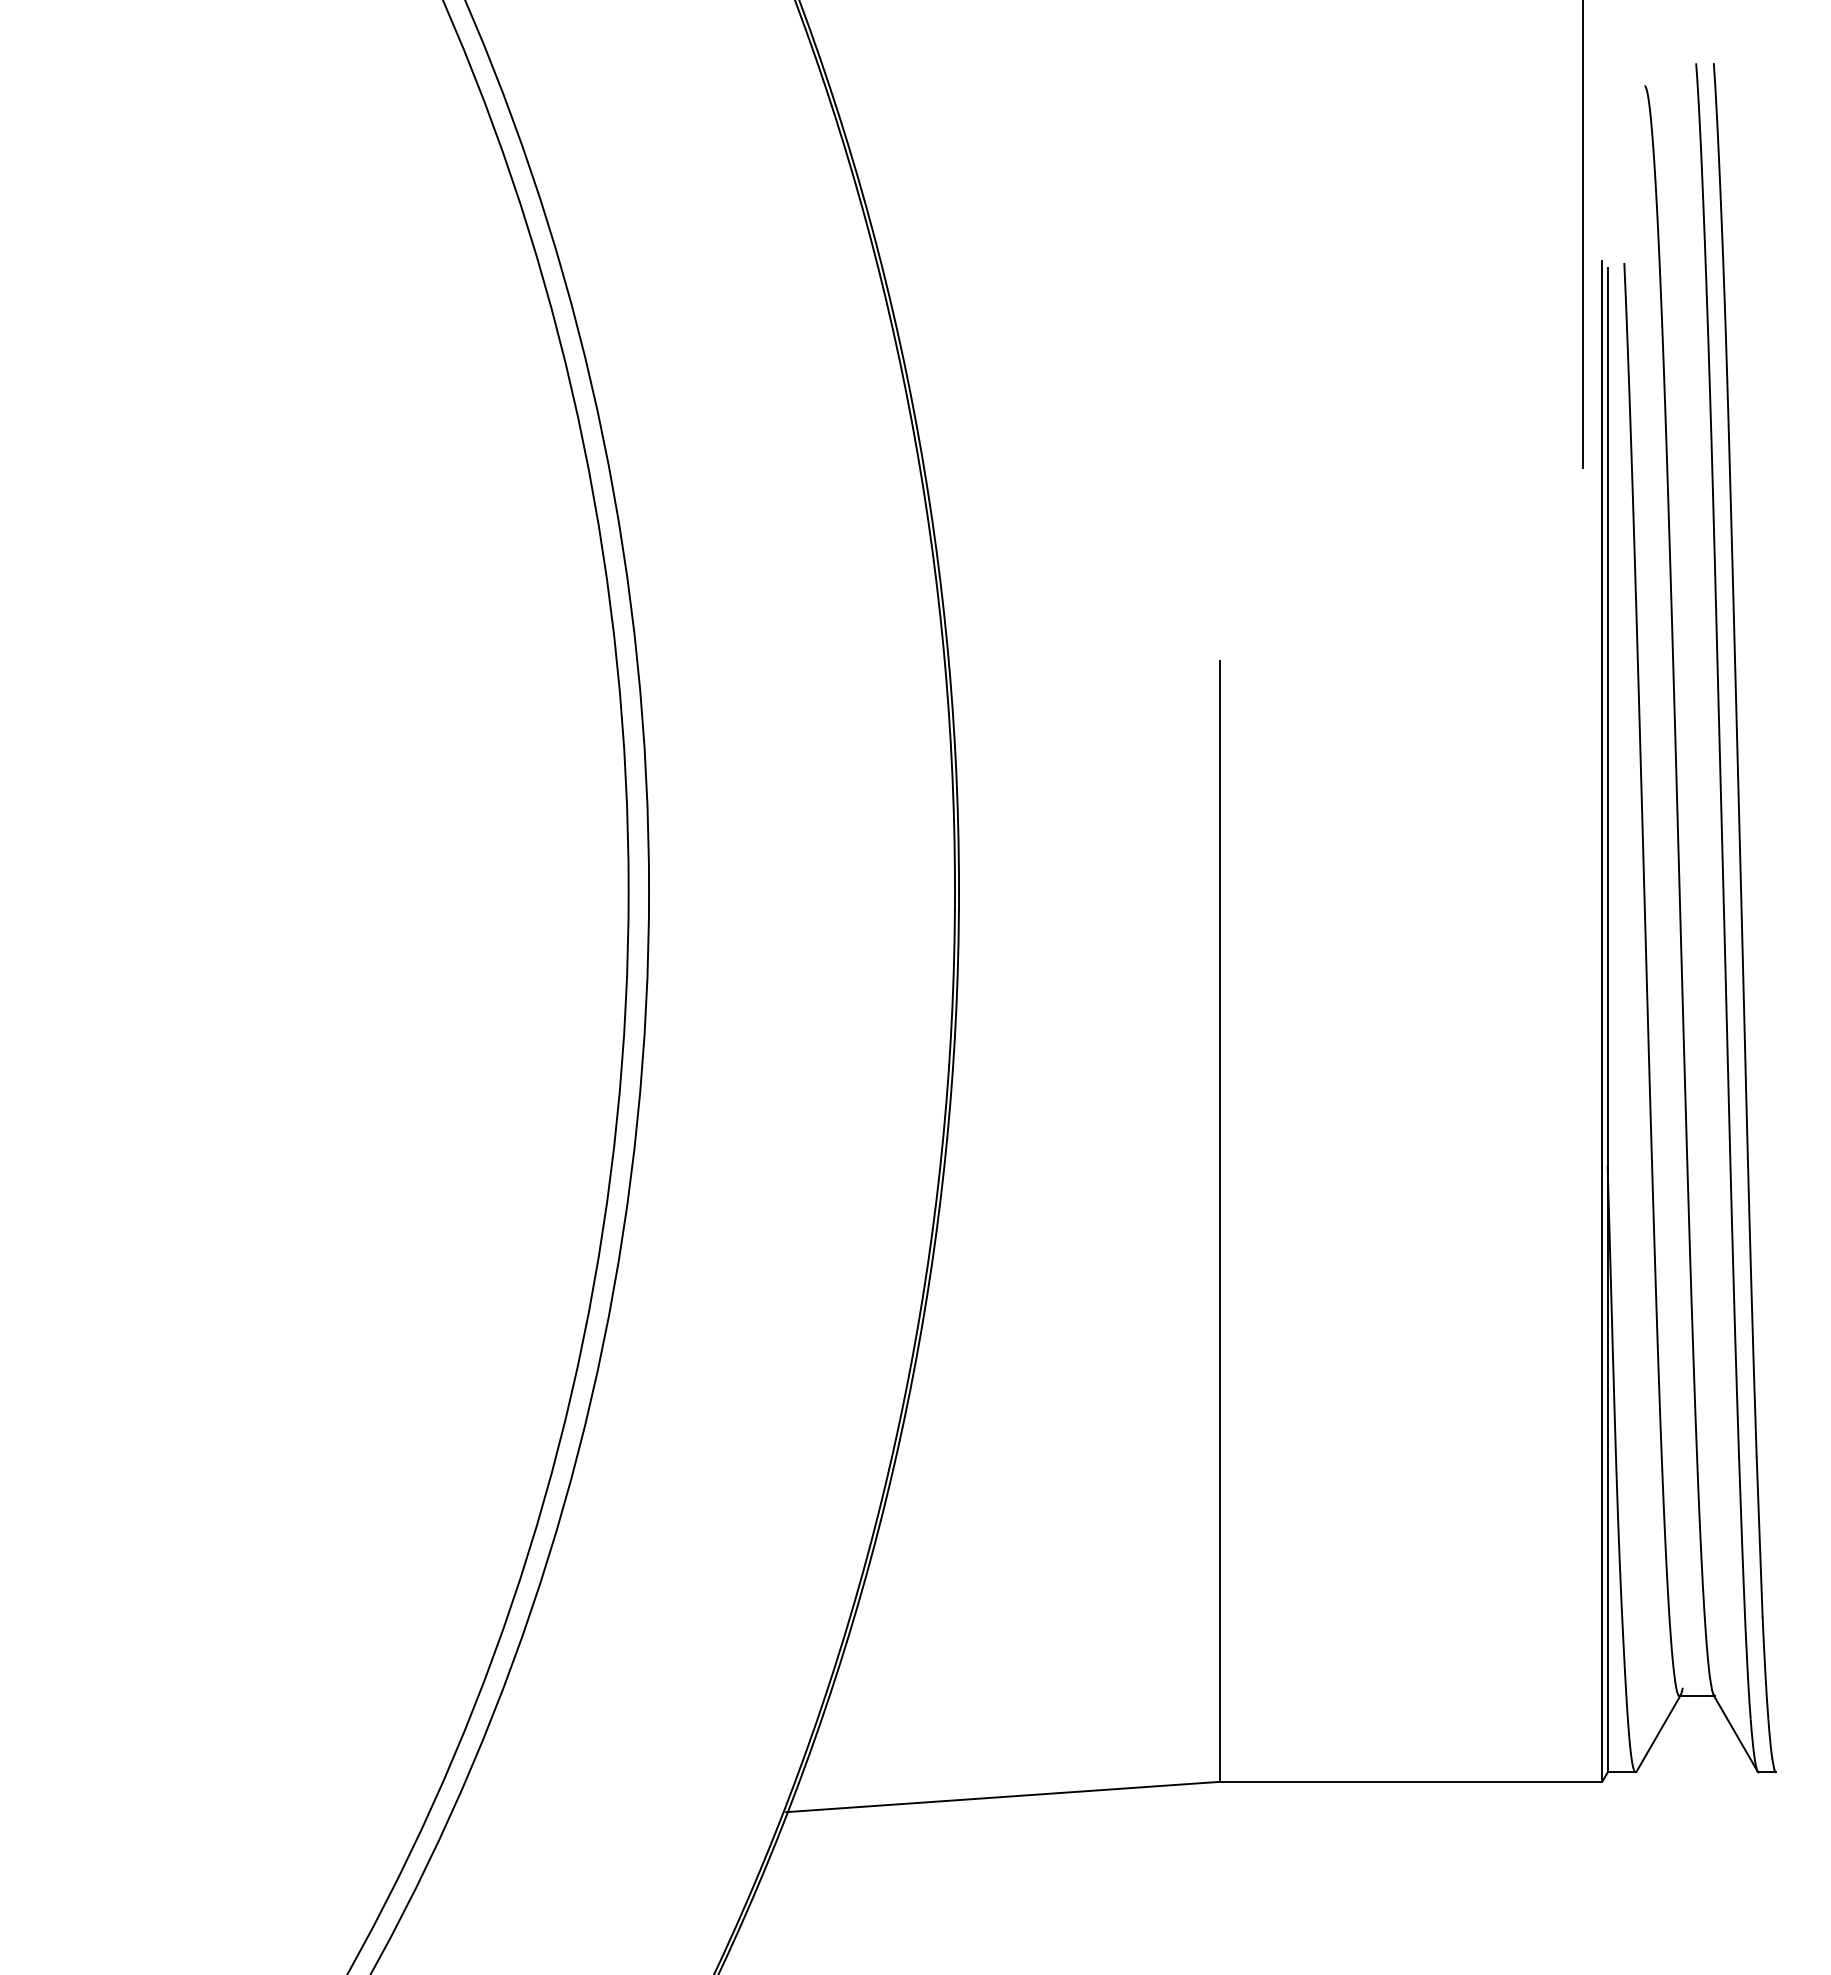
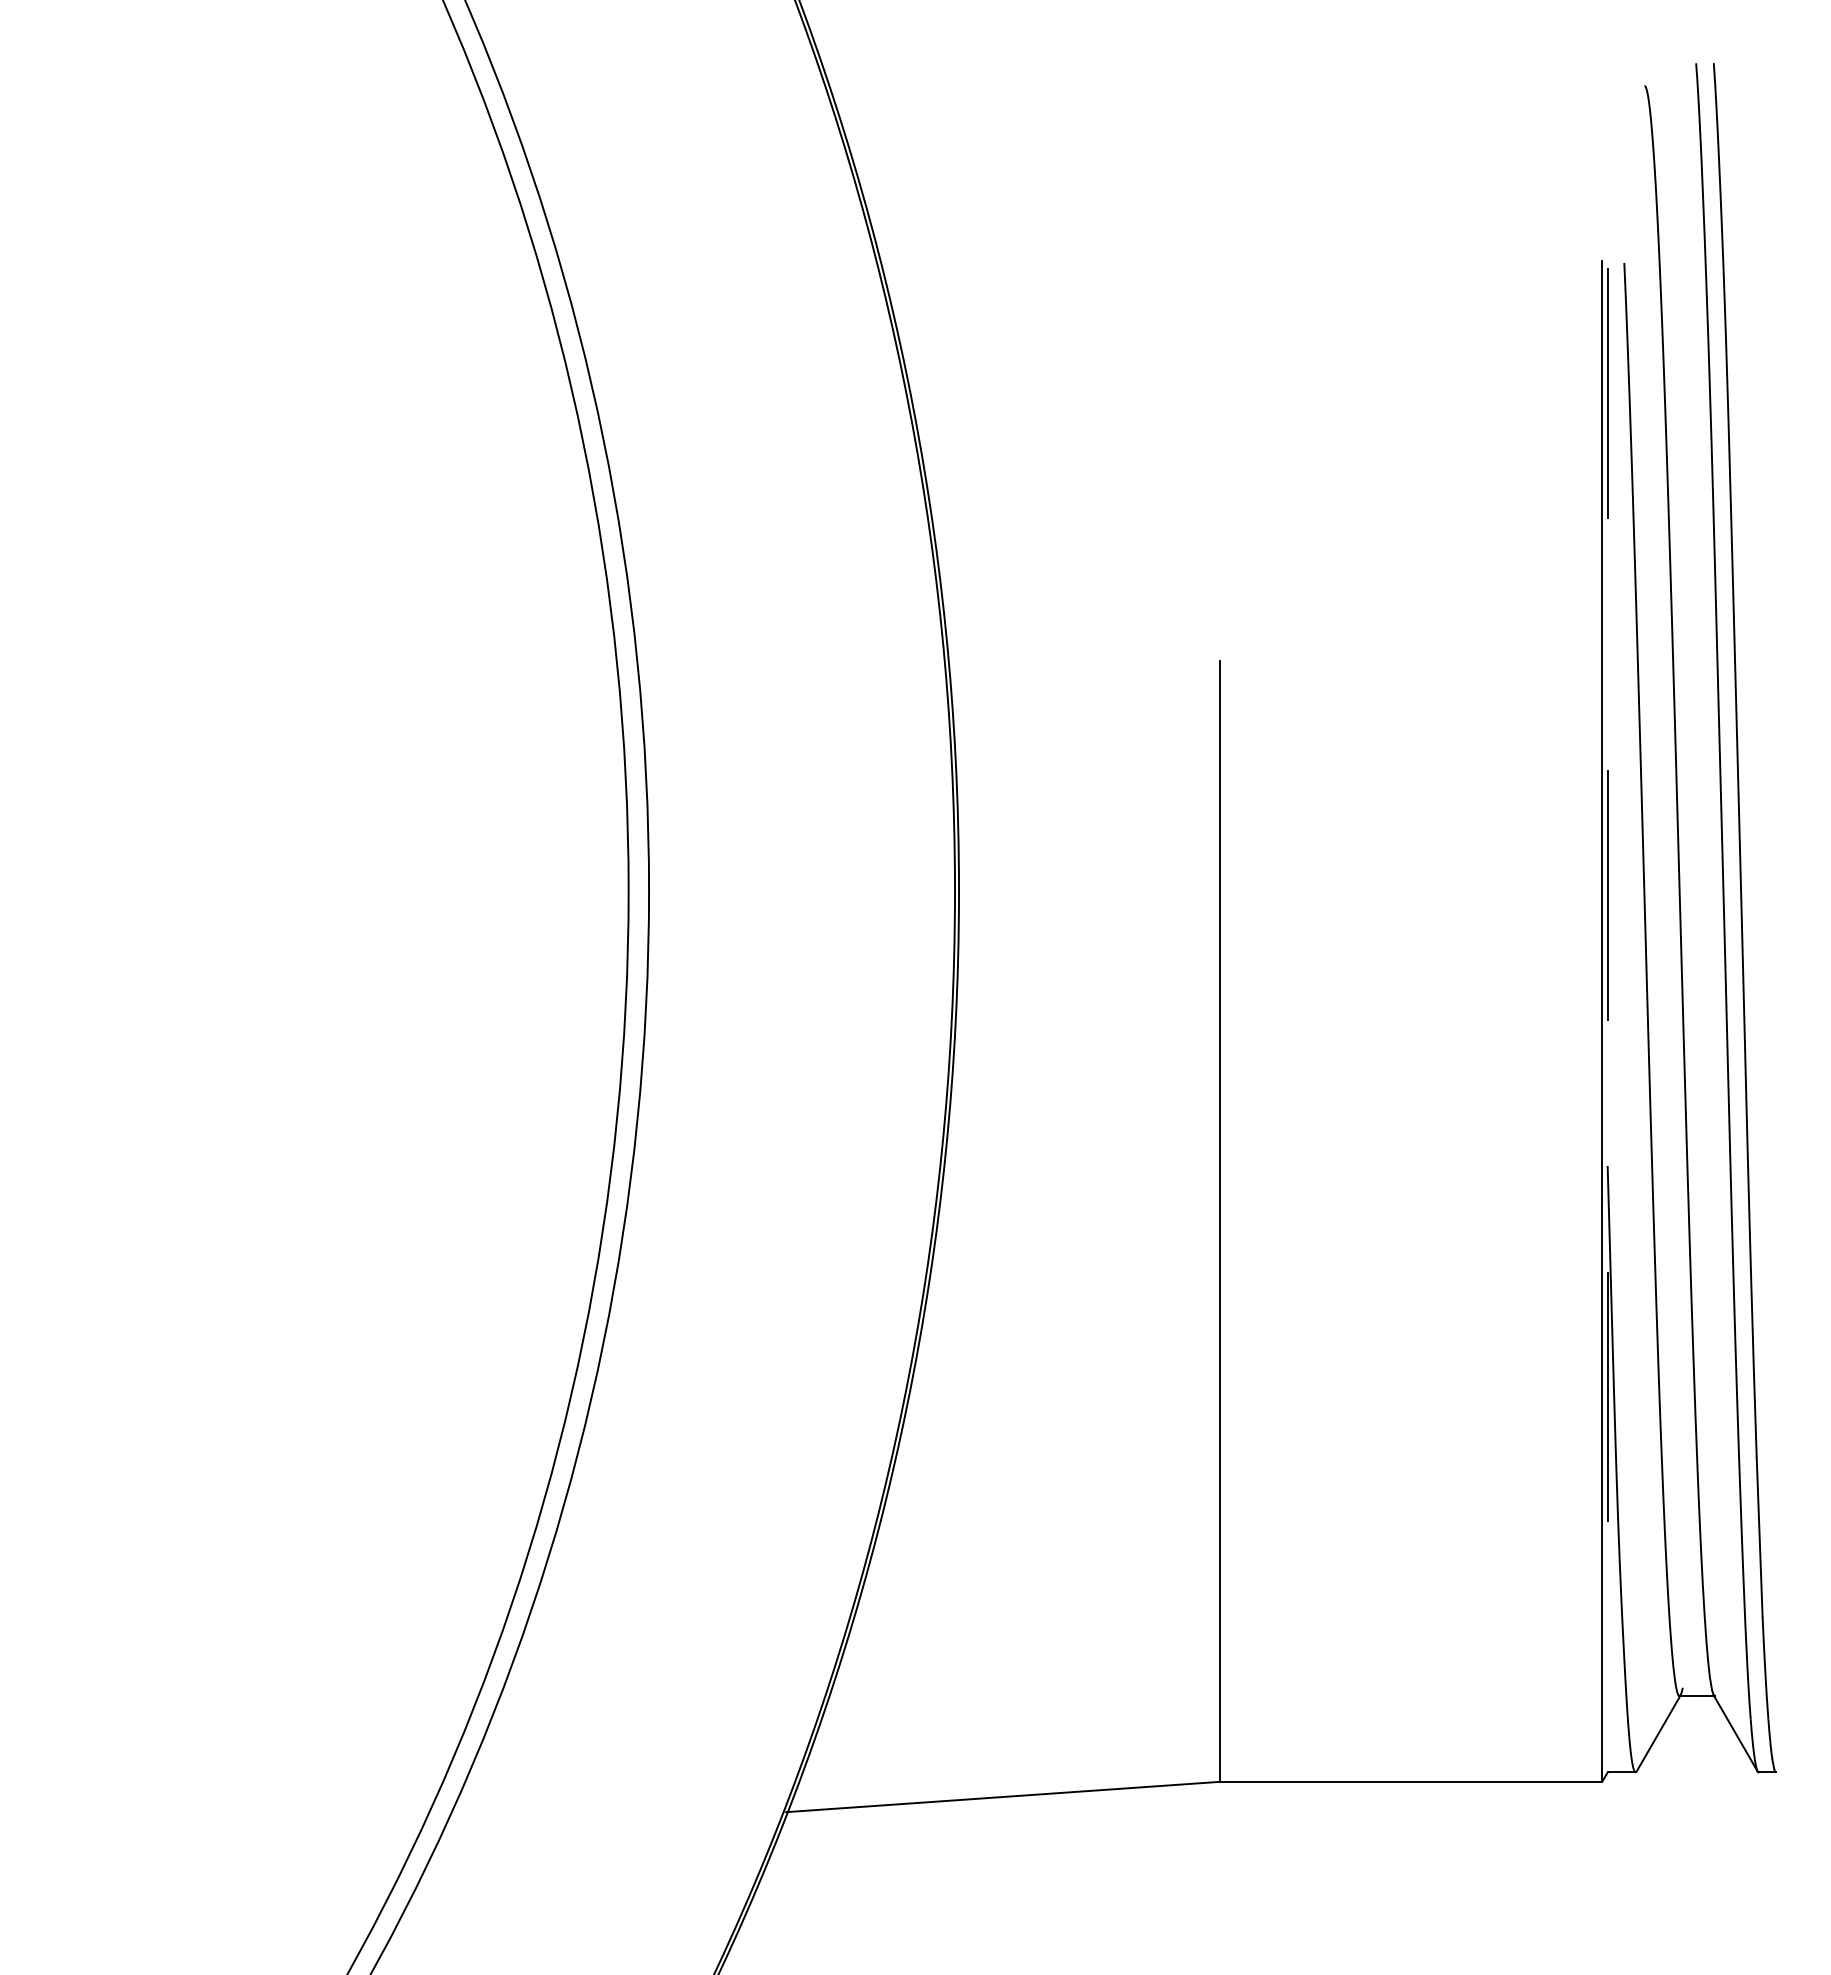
line at (1582, 235): present -> none
line at (1607, 1020): solid -> dashed
